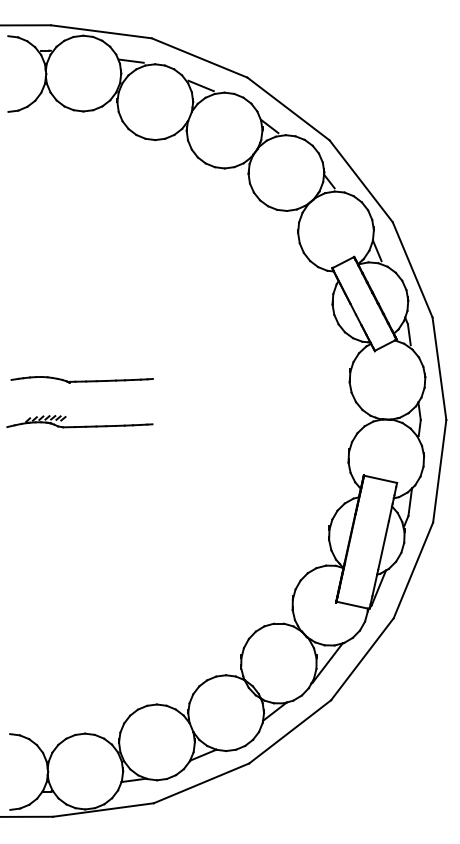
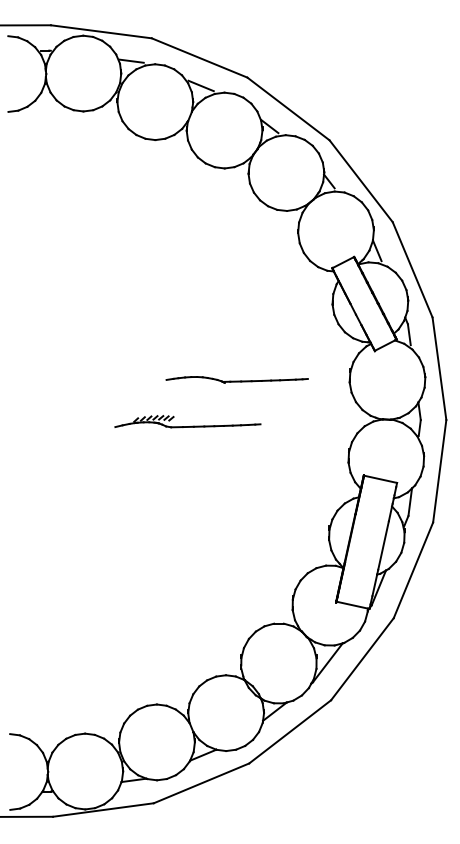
part at (81, 379) position: (81, 379) -> (236, 379)
part at (79, 421) position: (79, 421) -> (187, 421)
